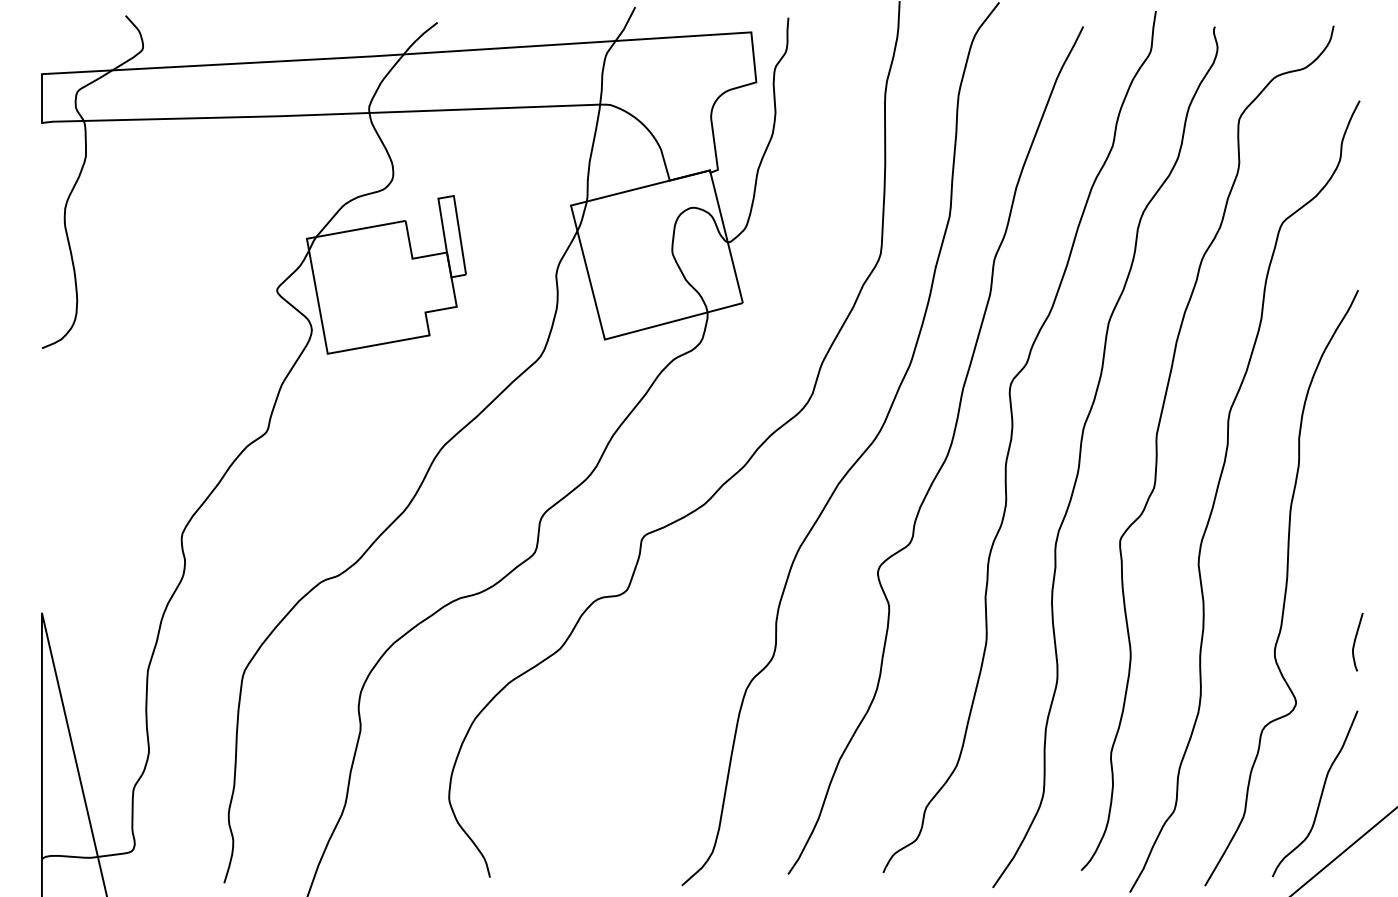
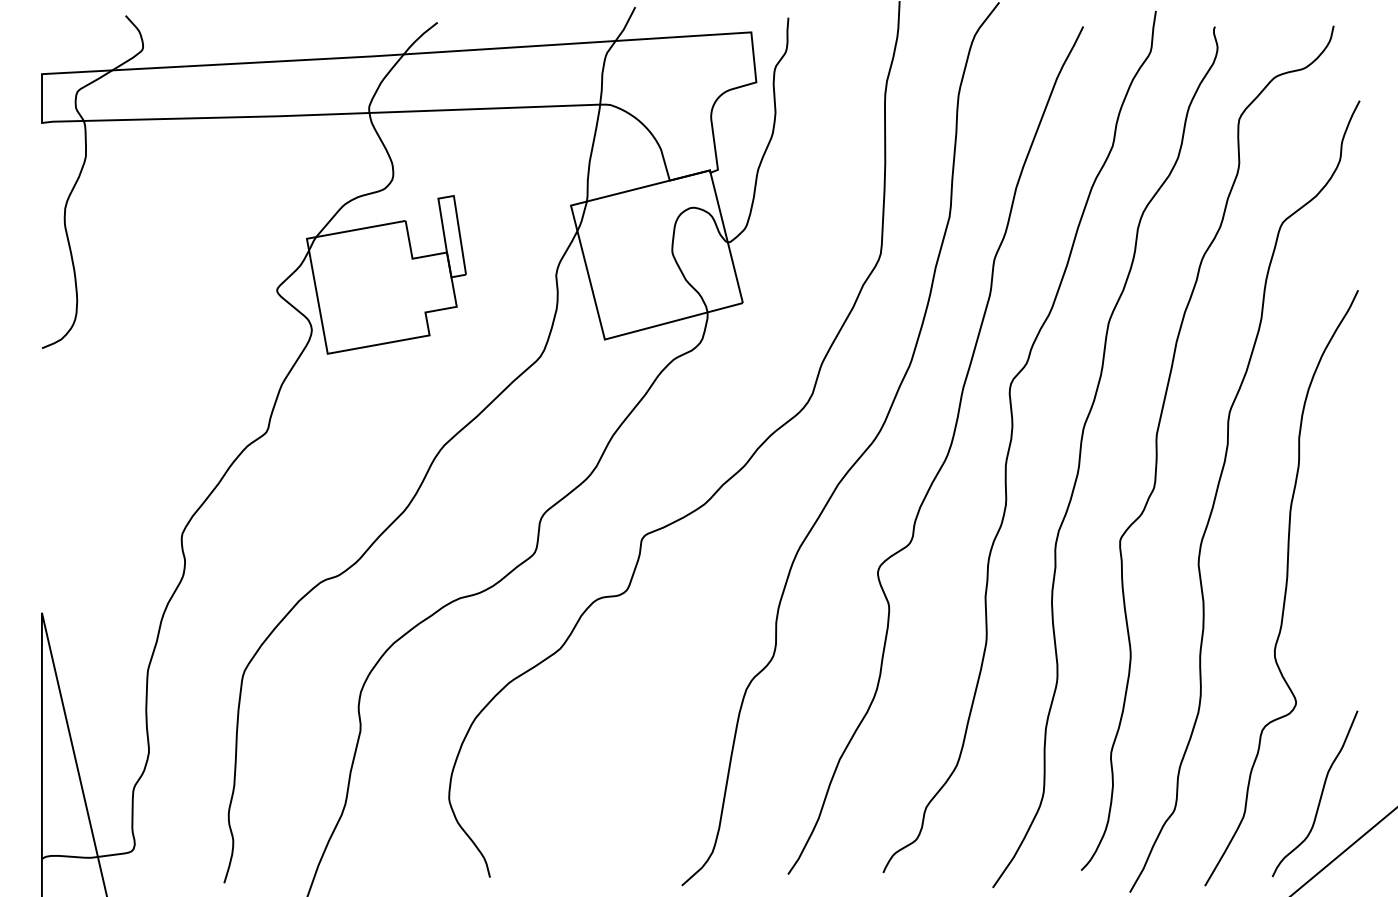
curve at (1355, 641): present -> none
